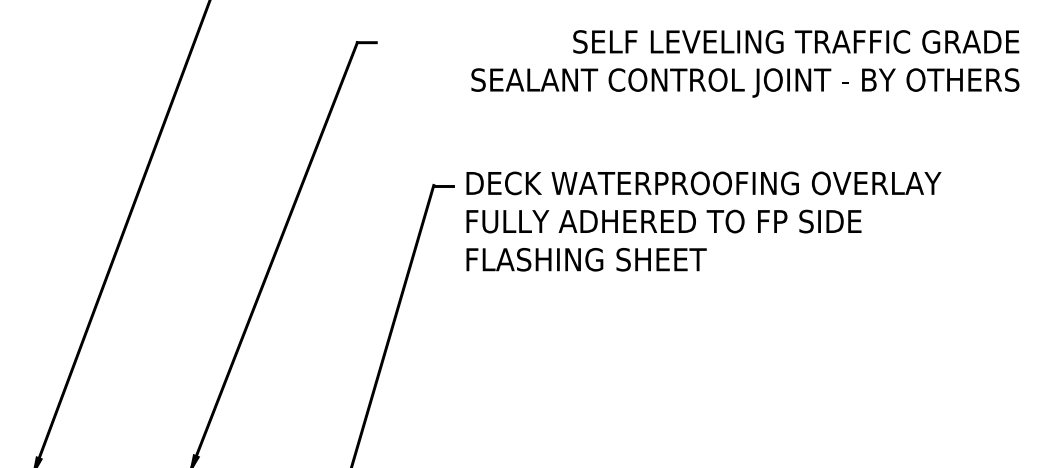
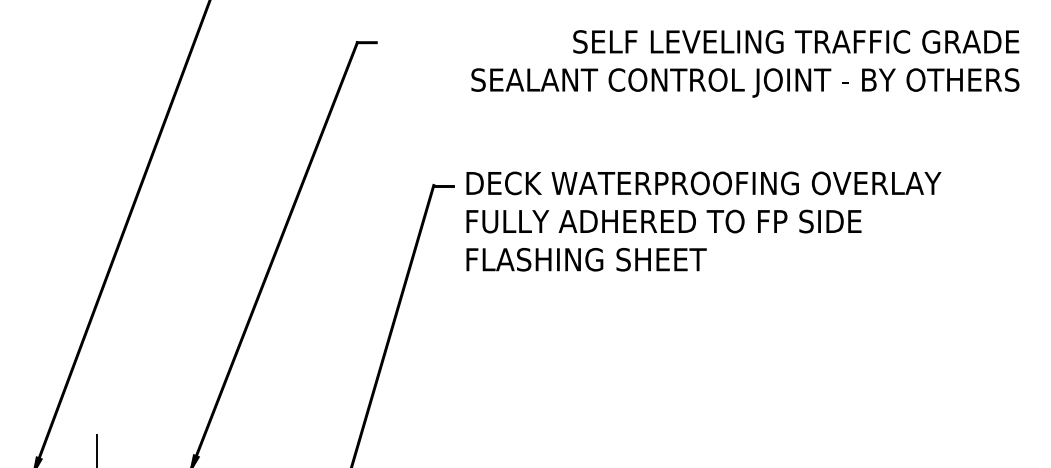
line at (96, 449): none -> present
